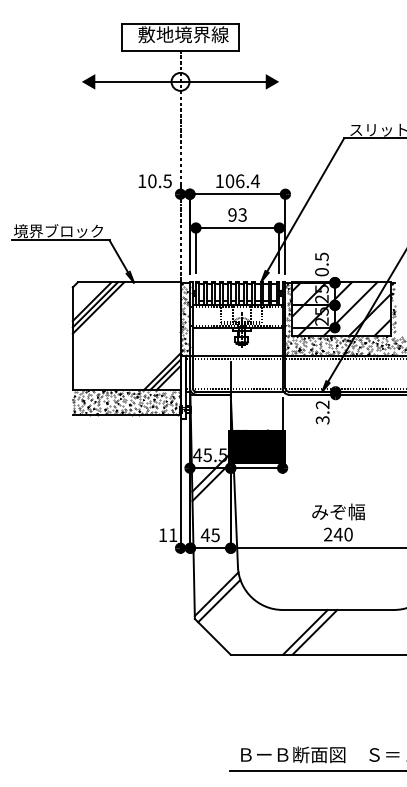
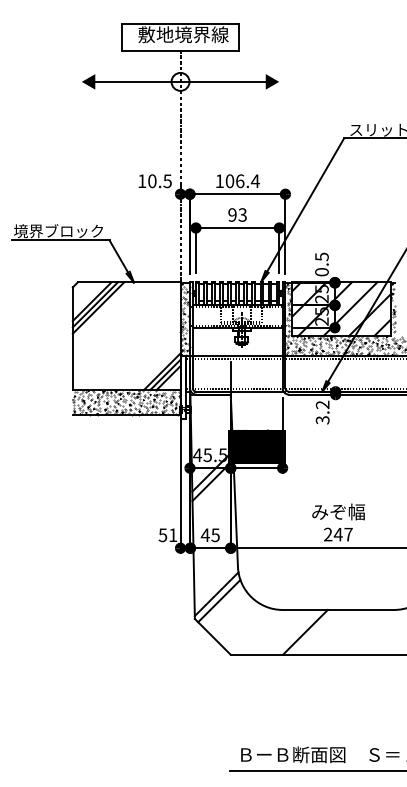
text at (348, 534): 240 -> 247
text at (162, 535): 11 -> 51
line at (314, 631): present -> none
